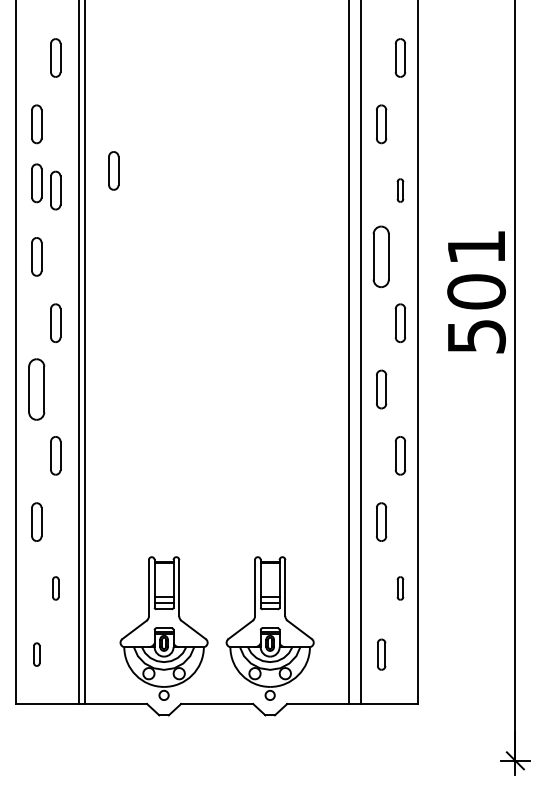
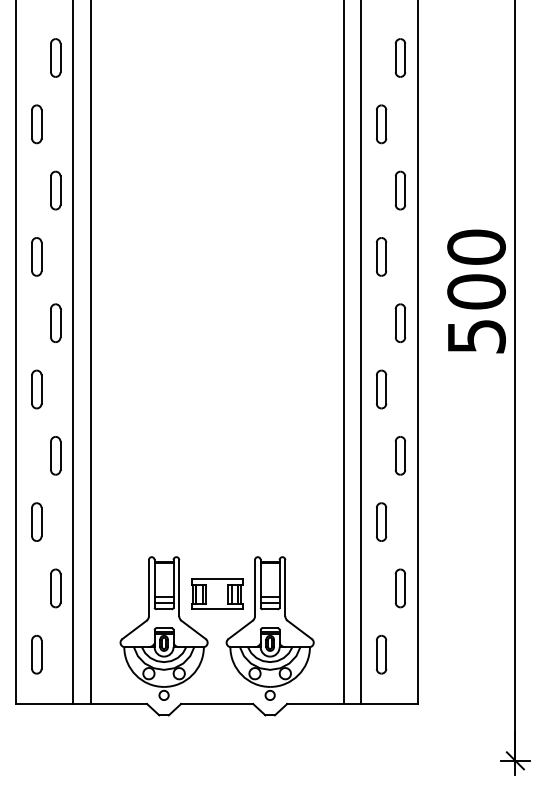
part at (113, 170): present -> none
part at (36, 183): present -> none
part at (400, 190) size: 9x25 px -> 13x41 px
text at (476, 246): 501 -> 500
part at (380, 256) size: 18x64 px -> 12x40 px
line at (79, 352) position: (79, 352) -> (73, 352)
line at (84, 352) position: (84, 352) -> (90, 352)
line at (348, 352) position: (348, 352) -> (343, 352)
part at (36, 389) size: 18x63 px -> 12x41 px
part at (55, 588) size: 8x25 px -> 12x41 px
part at (400, 588) size: 9x25 px -> 13x41 px
part at (217, 593): none -> present
part at (36, 654) size: 8x25 px -> 12x41 px
part at (381, 654) size: 10x33 px -> 12x41 px
